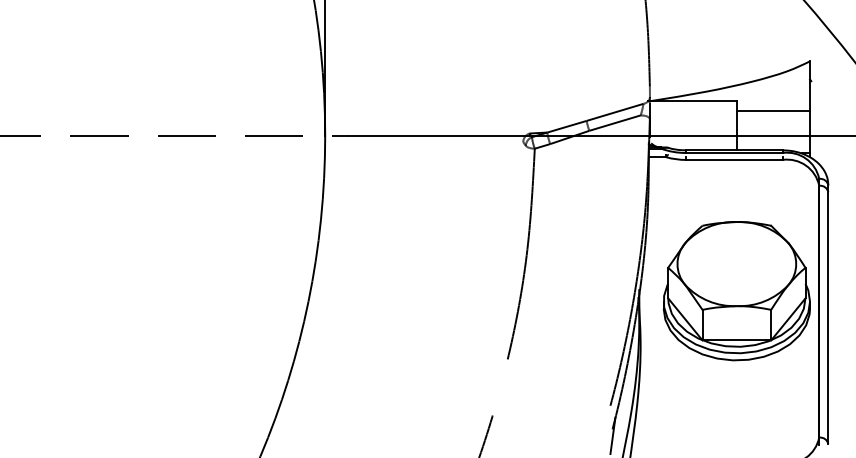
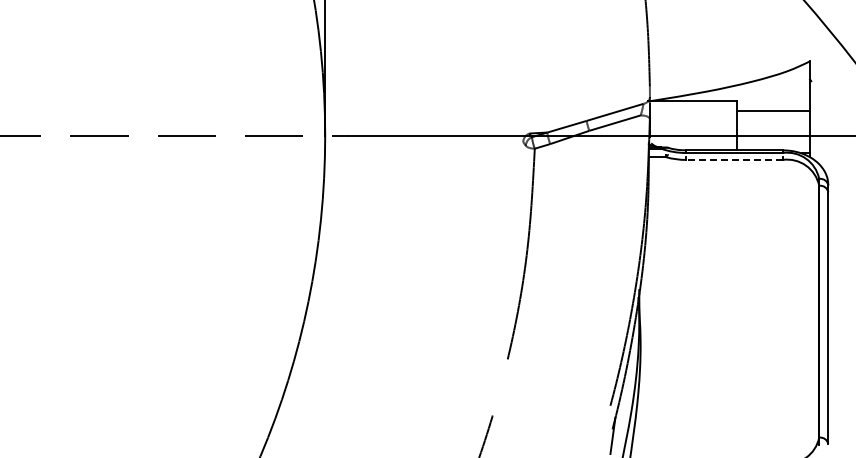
line at (733, 159): solid -> dashed
part at (736, 291): present -> none
